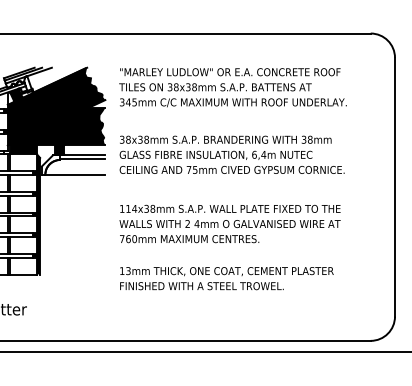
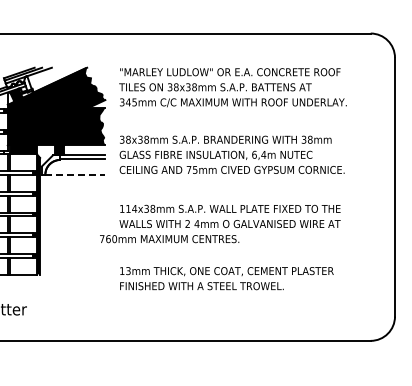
line at (75, 174): solid -> dashed
text at (189, 239) position: (189, 239) -> (169, 239)
line at (205, 352): present -> none
